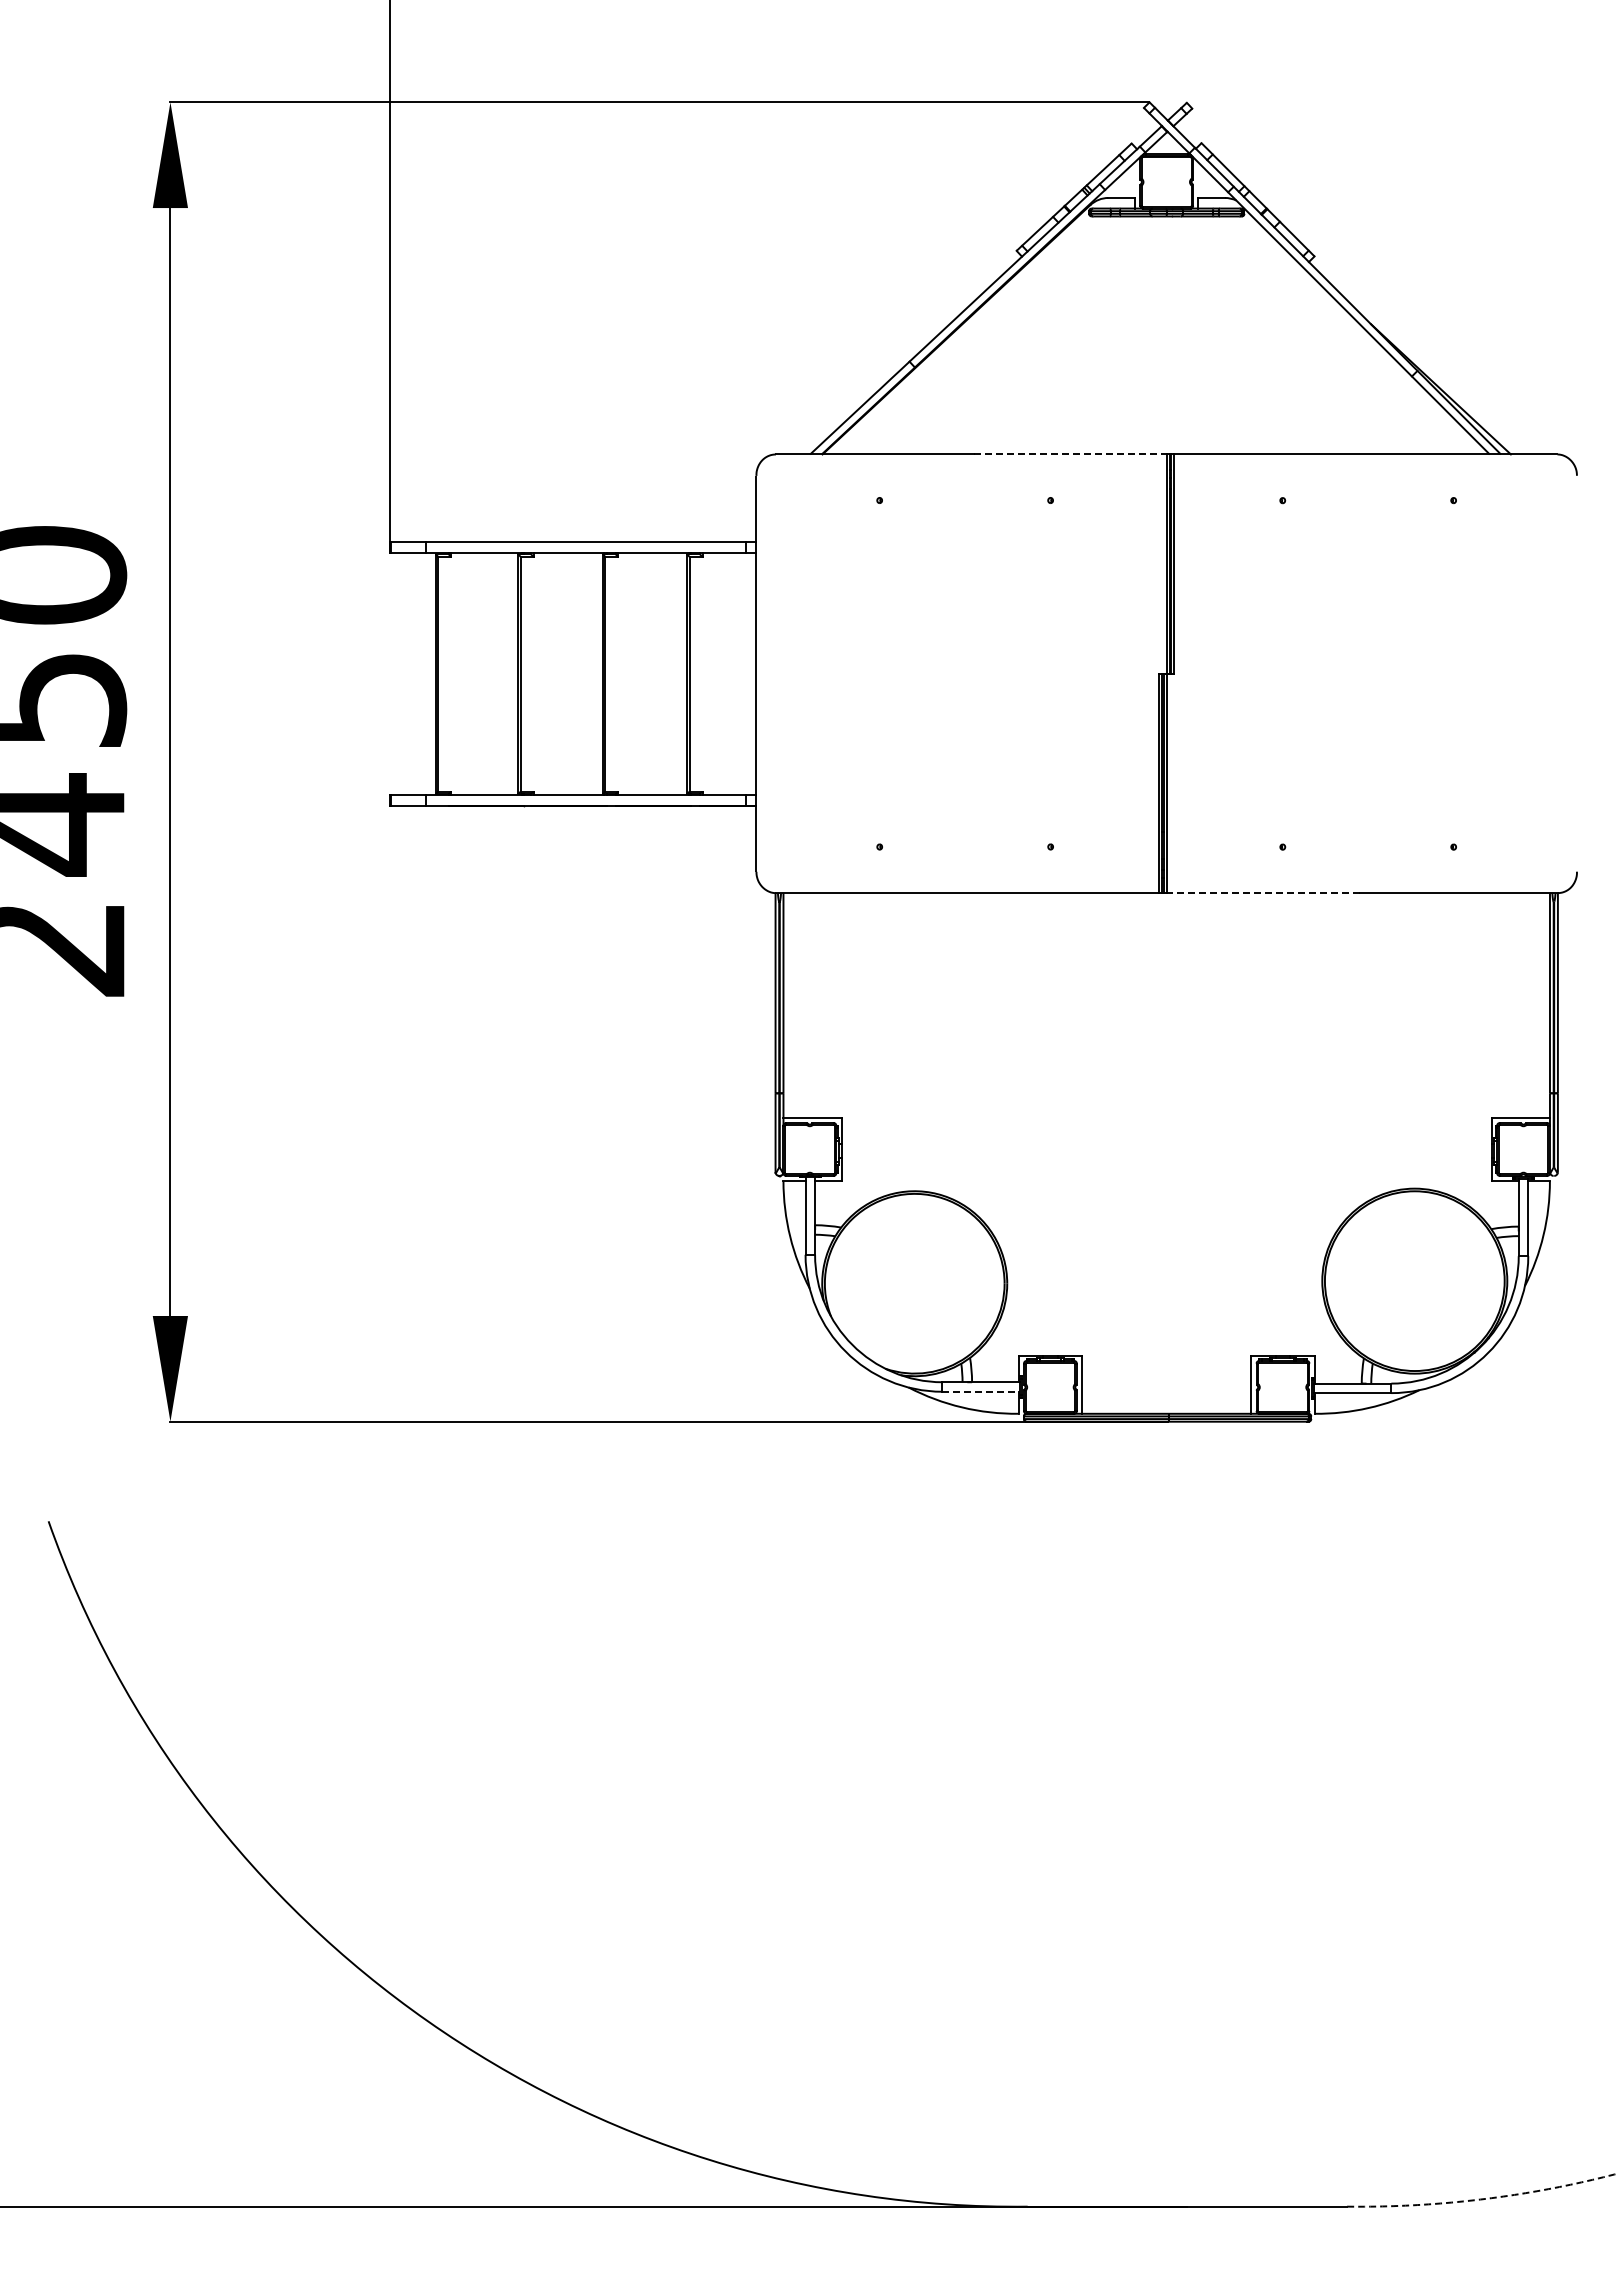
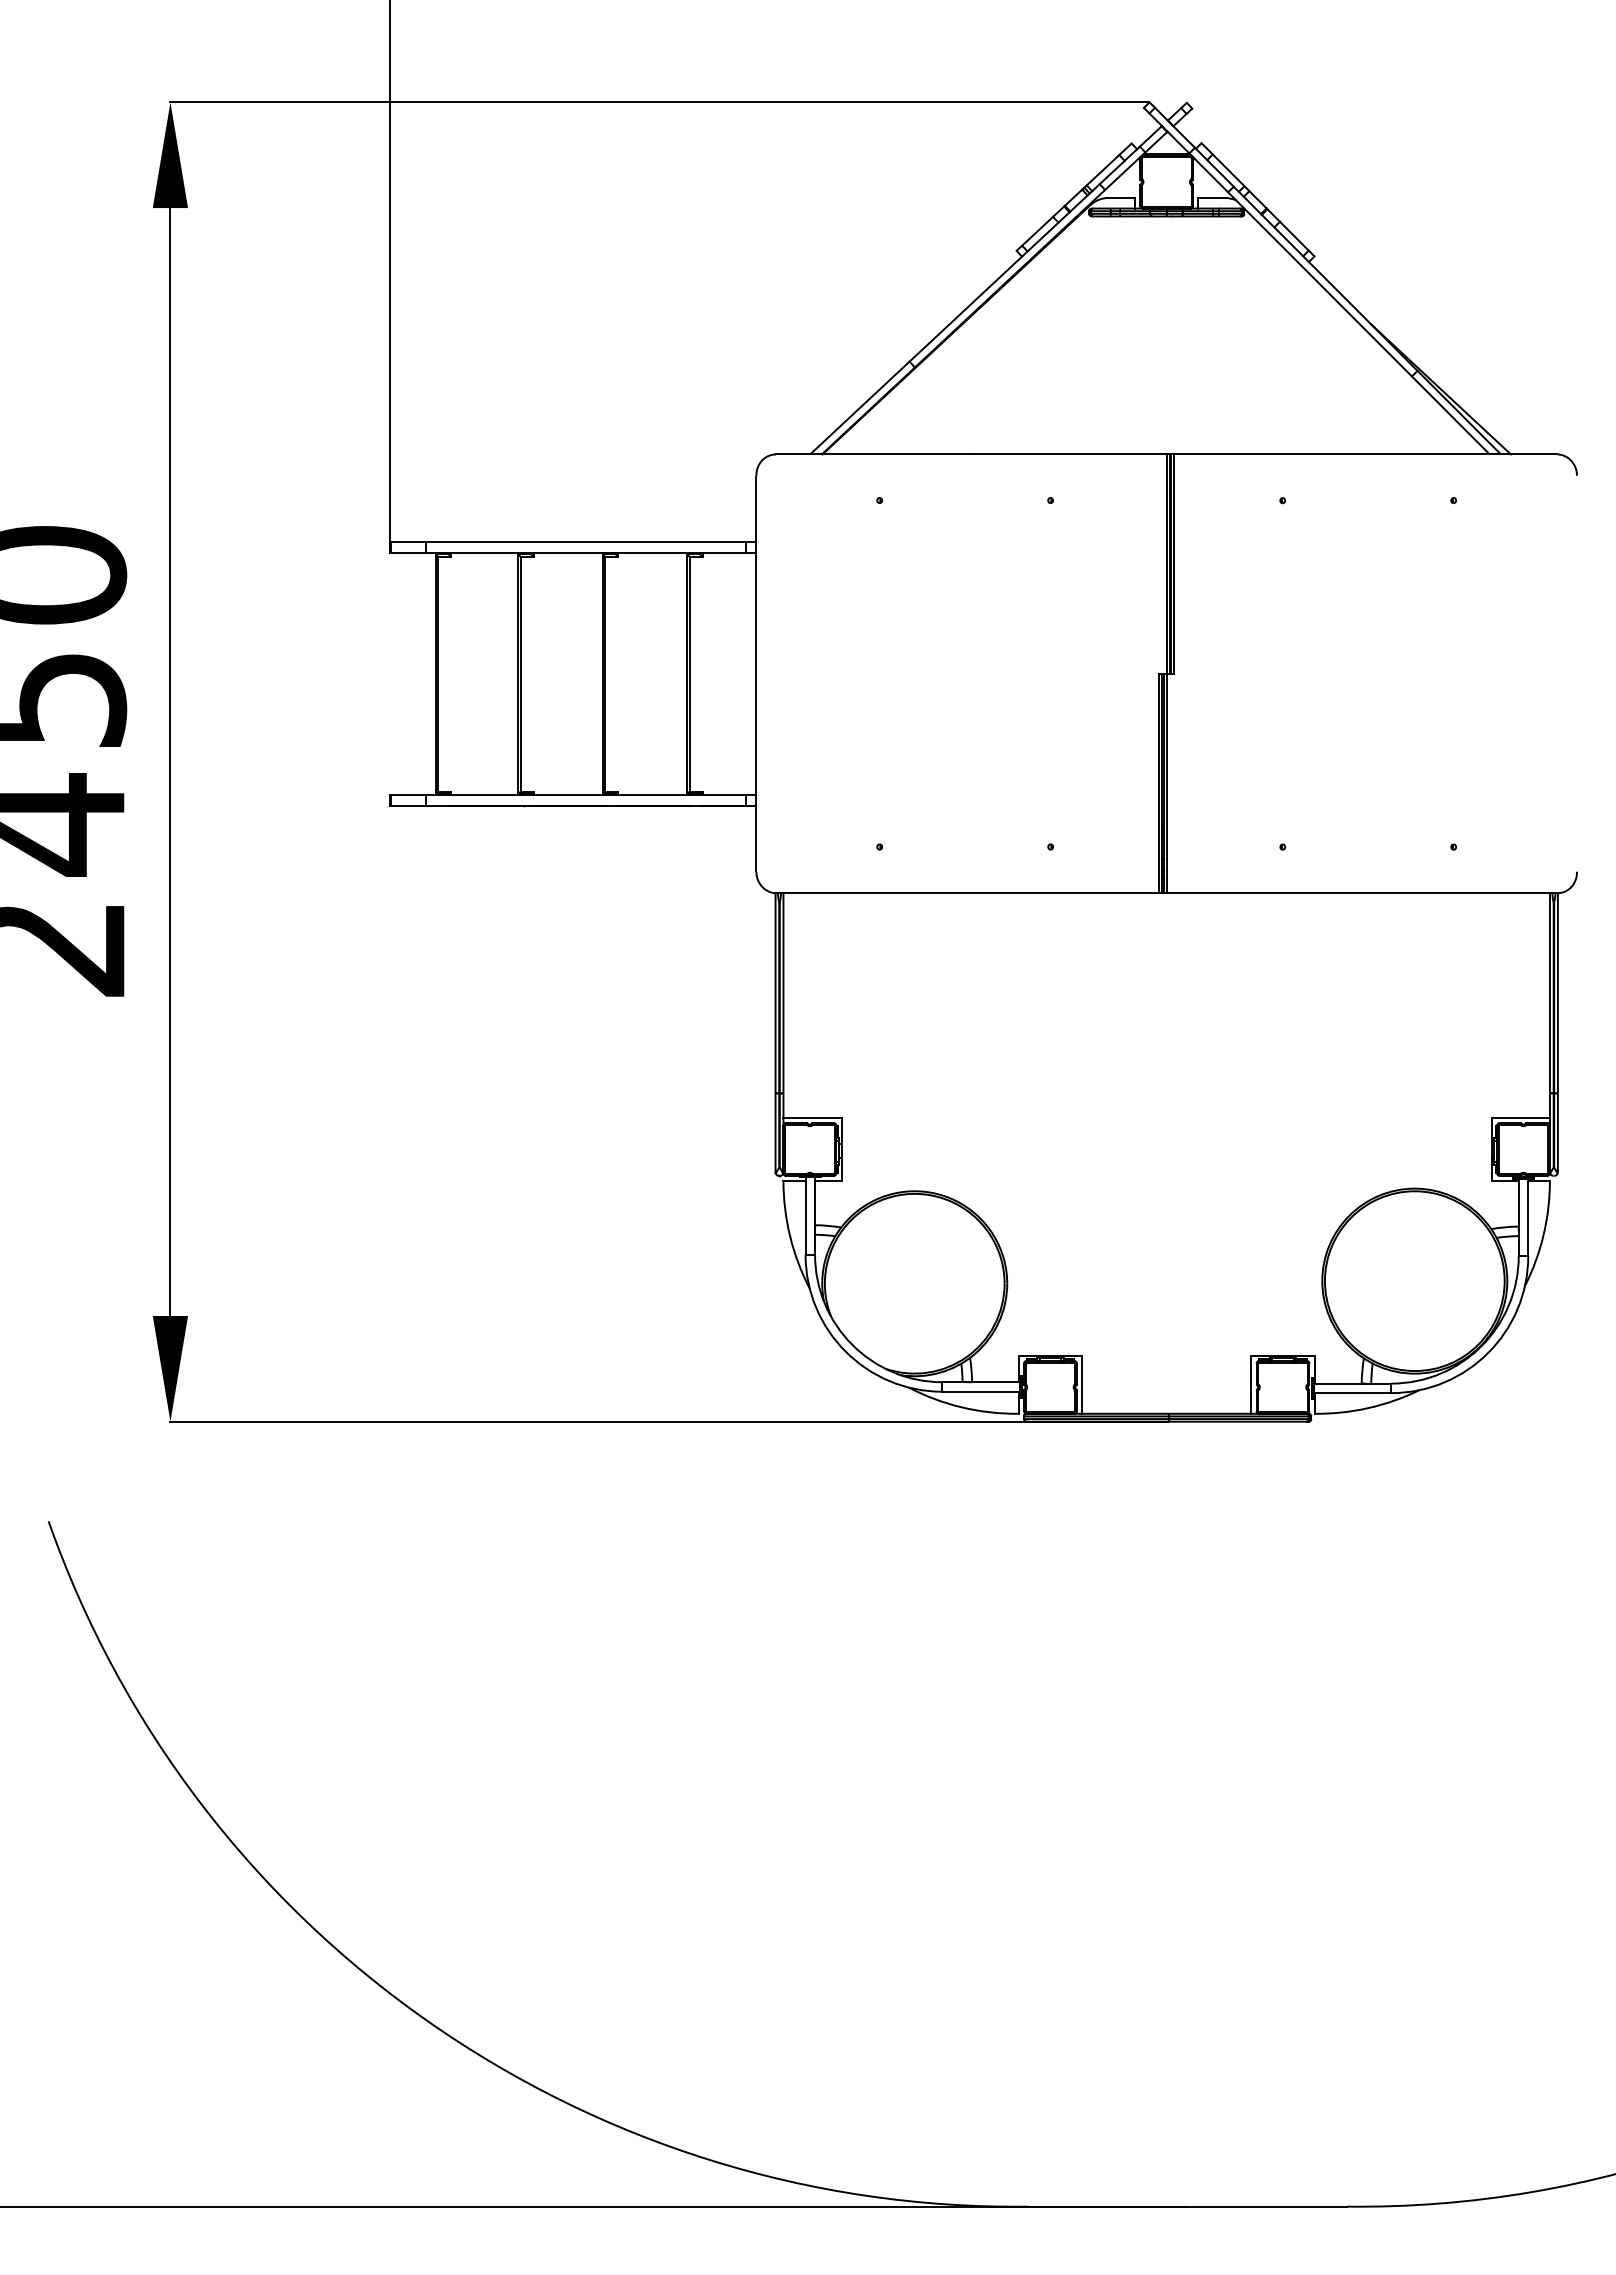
line at (1070, 454): dashed -> solid
line at (1262, 893): dashed -> solid
line at (981, 1391): dashed -> solid
arc at (1483, 2199): dashed -> solid
